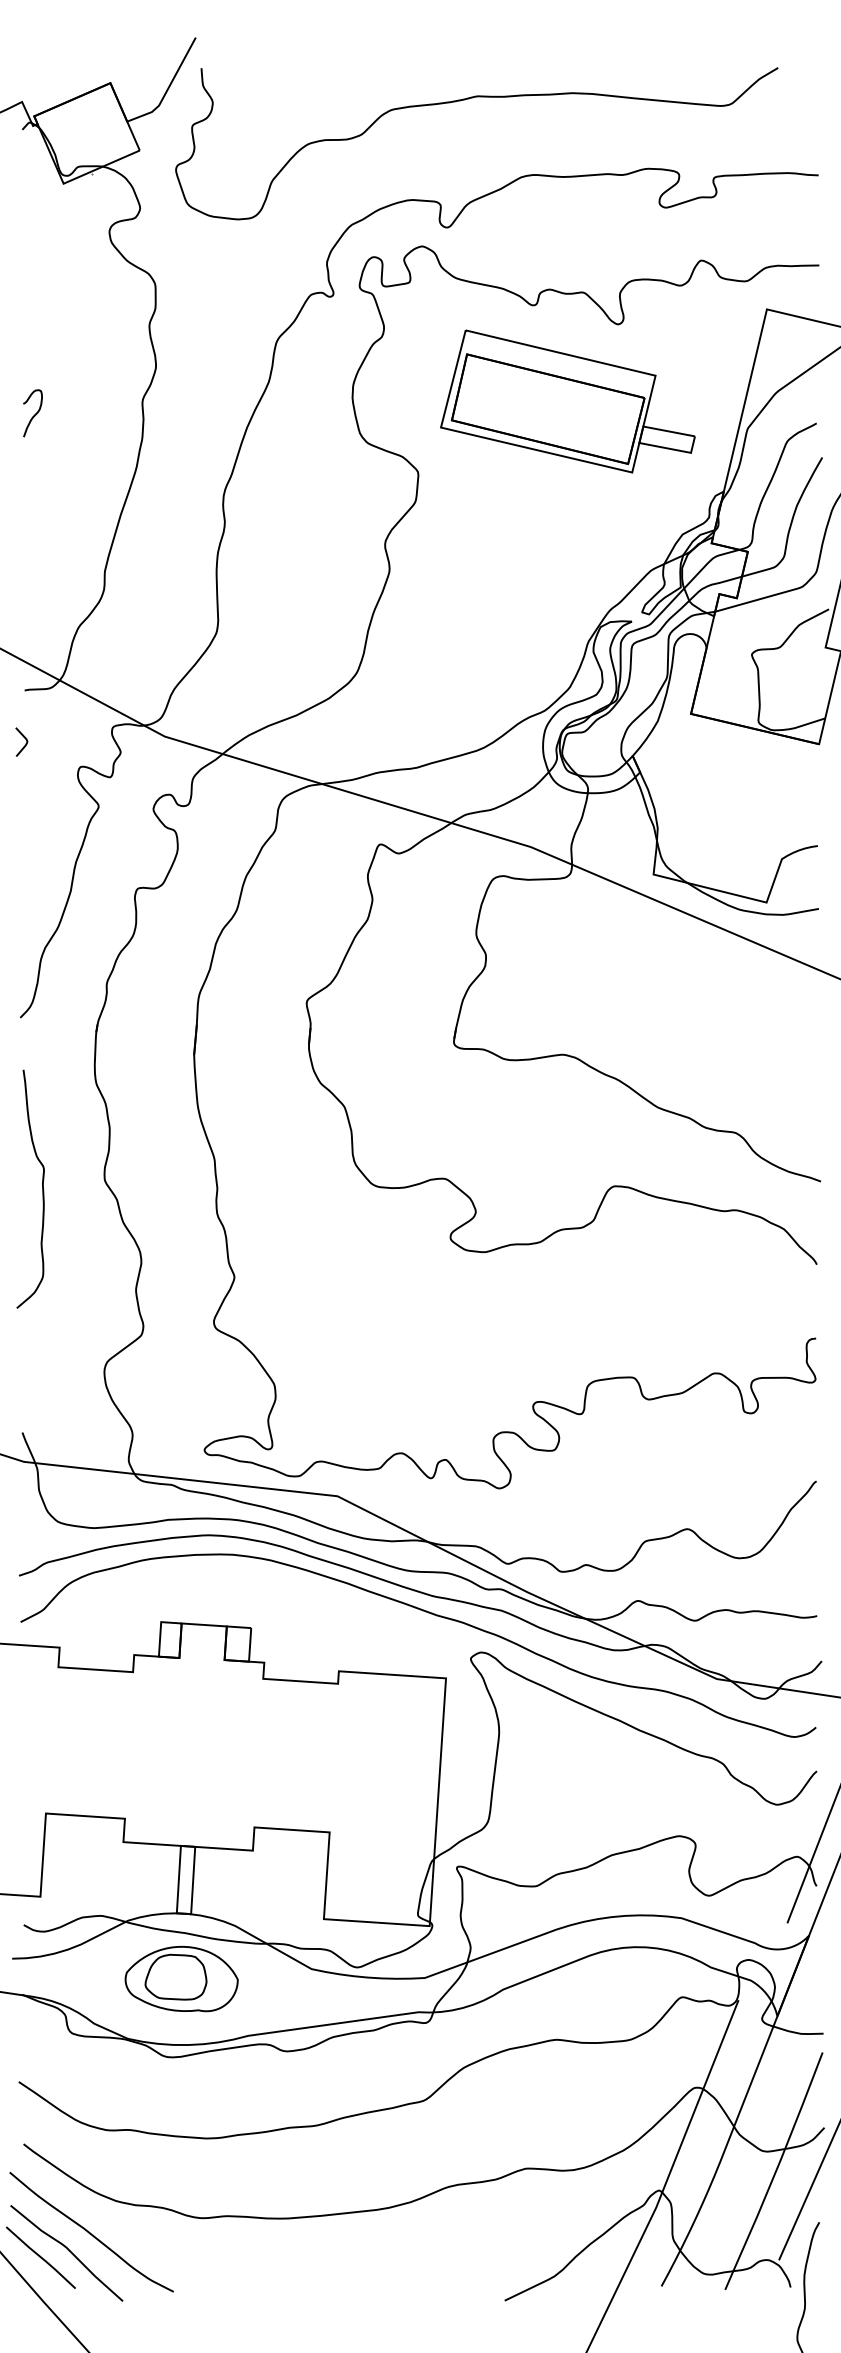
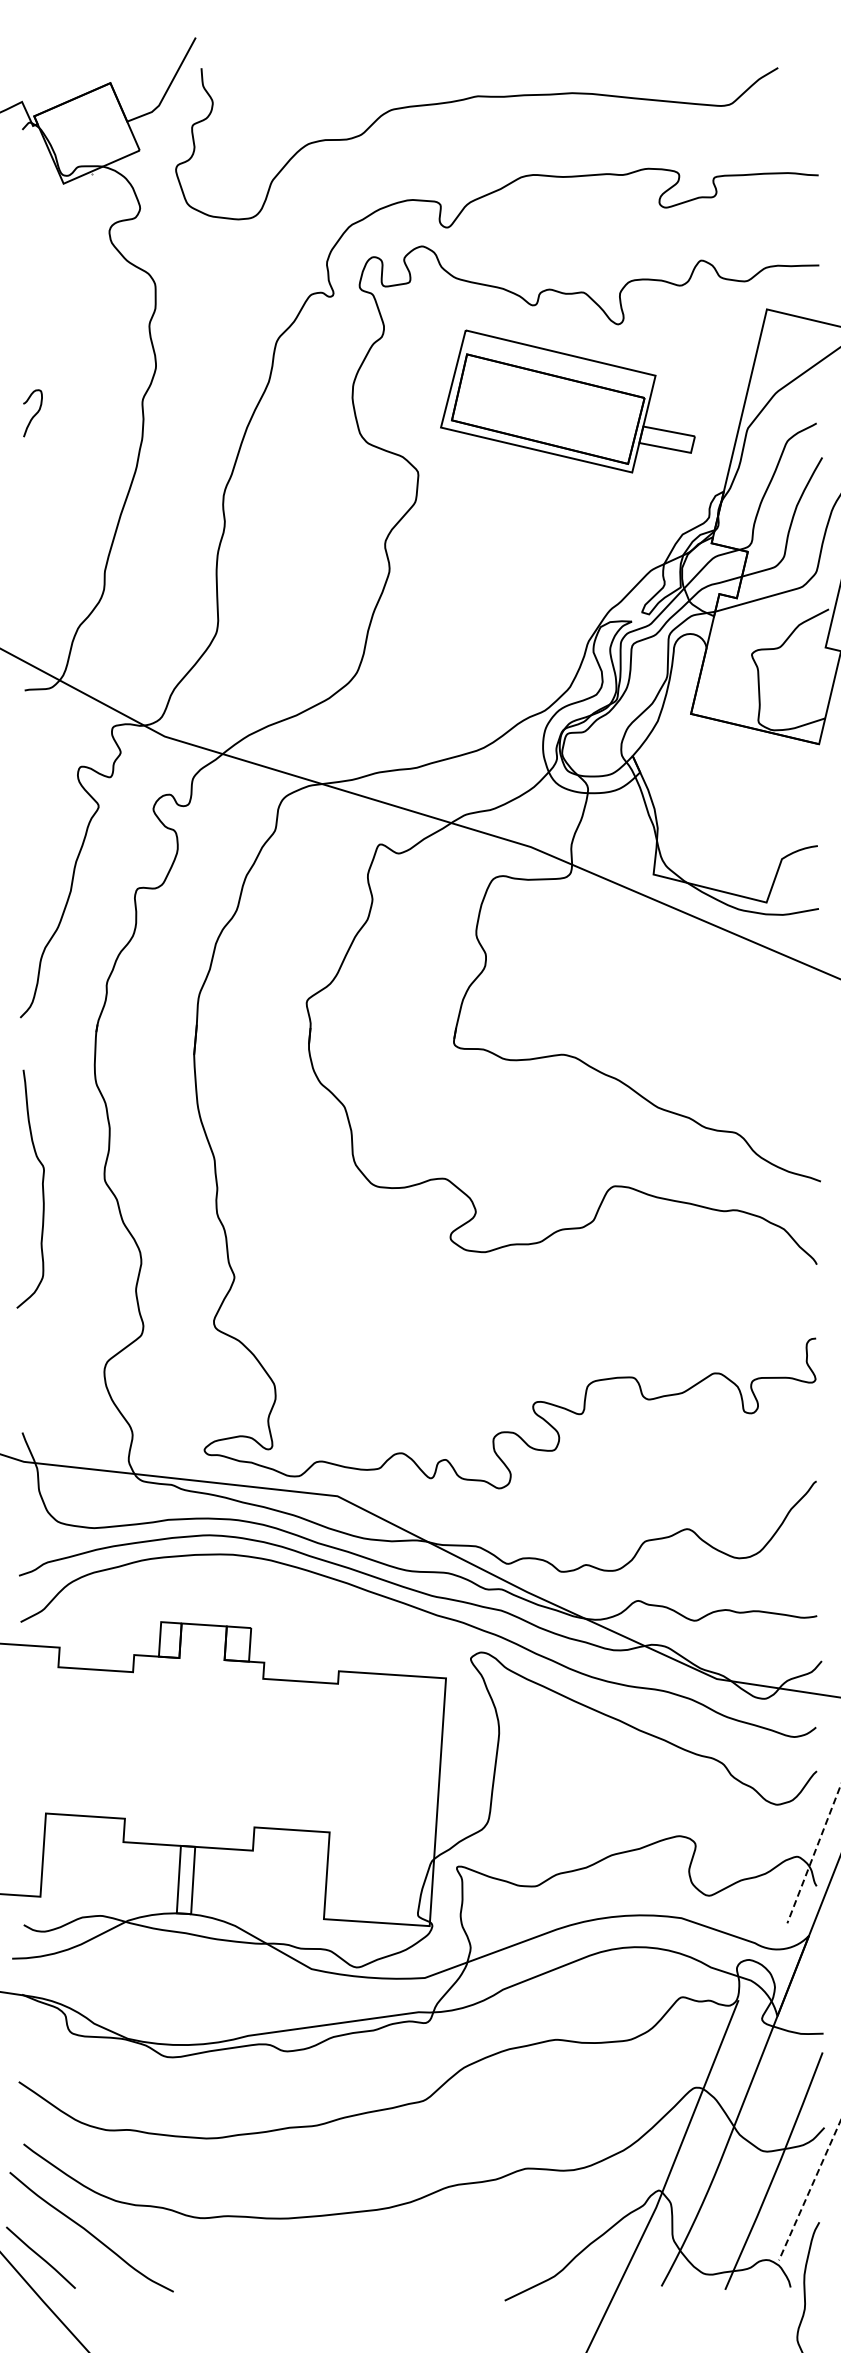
curve at (24, 738): present -> none
line at (814, 1854): solid -> dashed
part at (181, 1978): present -> none
line at (809, 2190): solid -> dashed
curve at (68, 2250): present -> none
